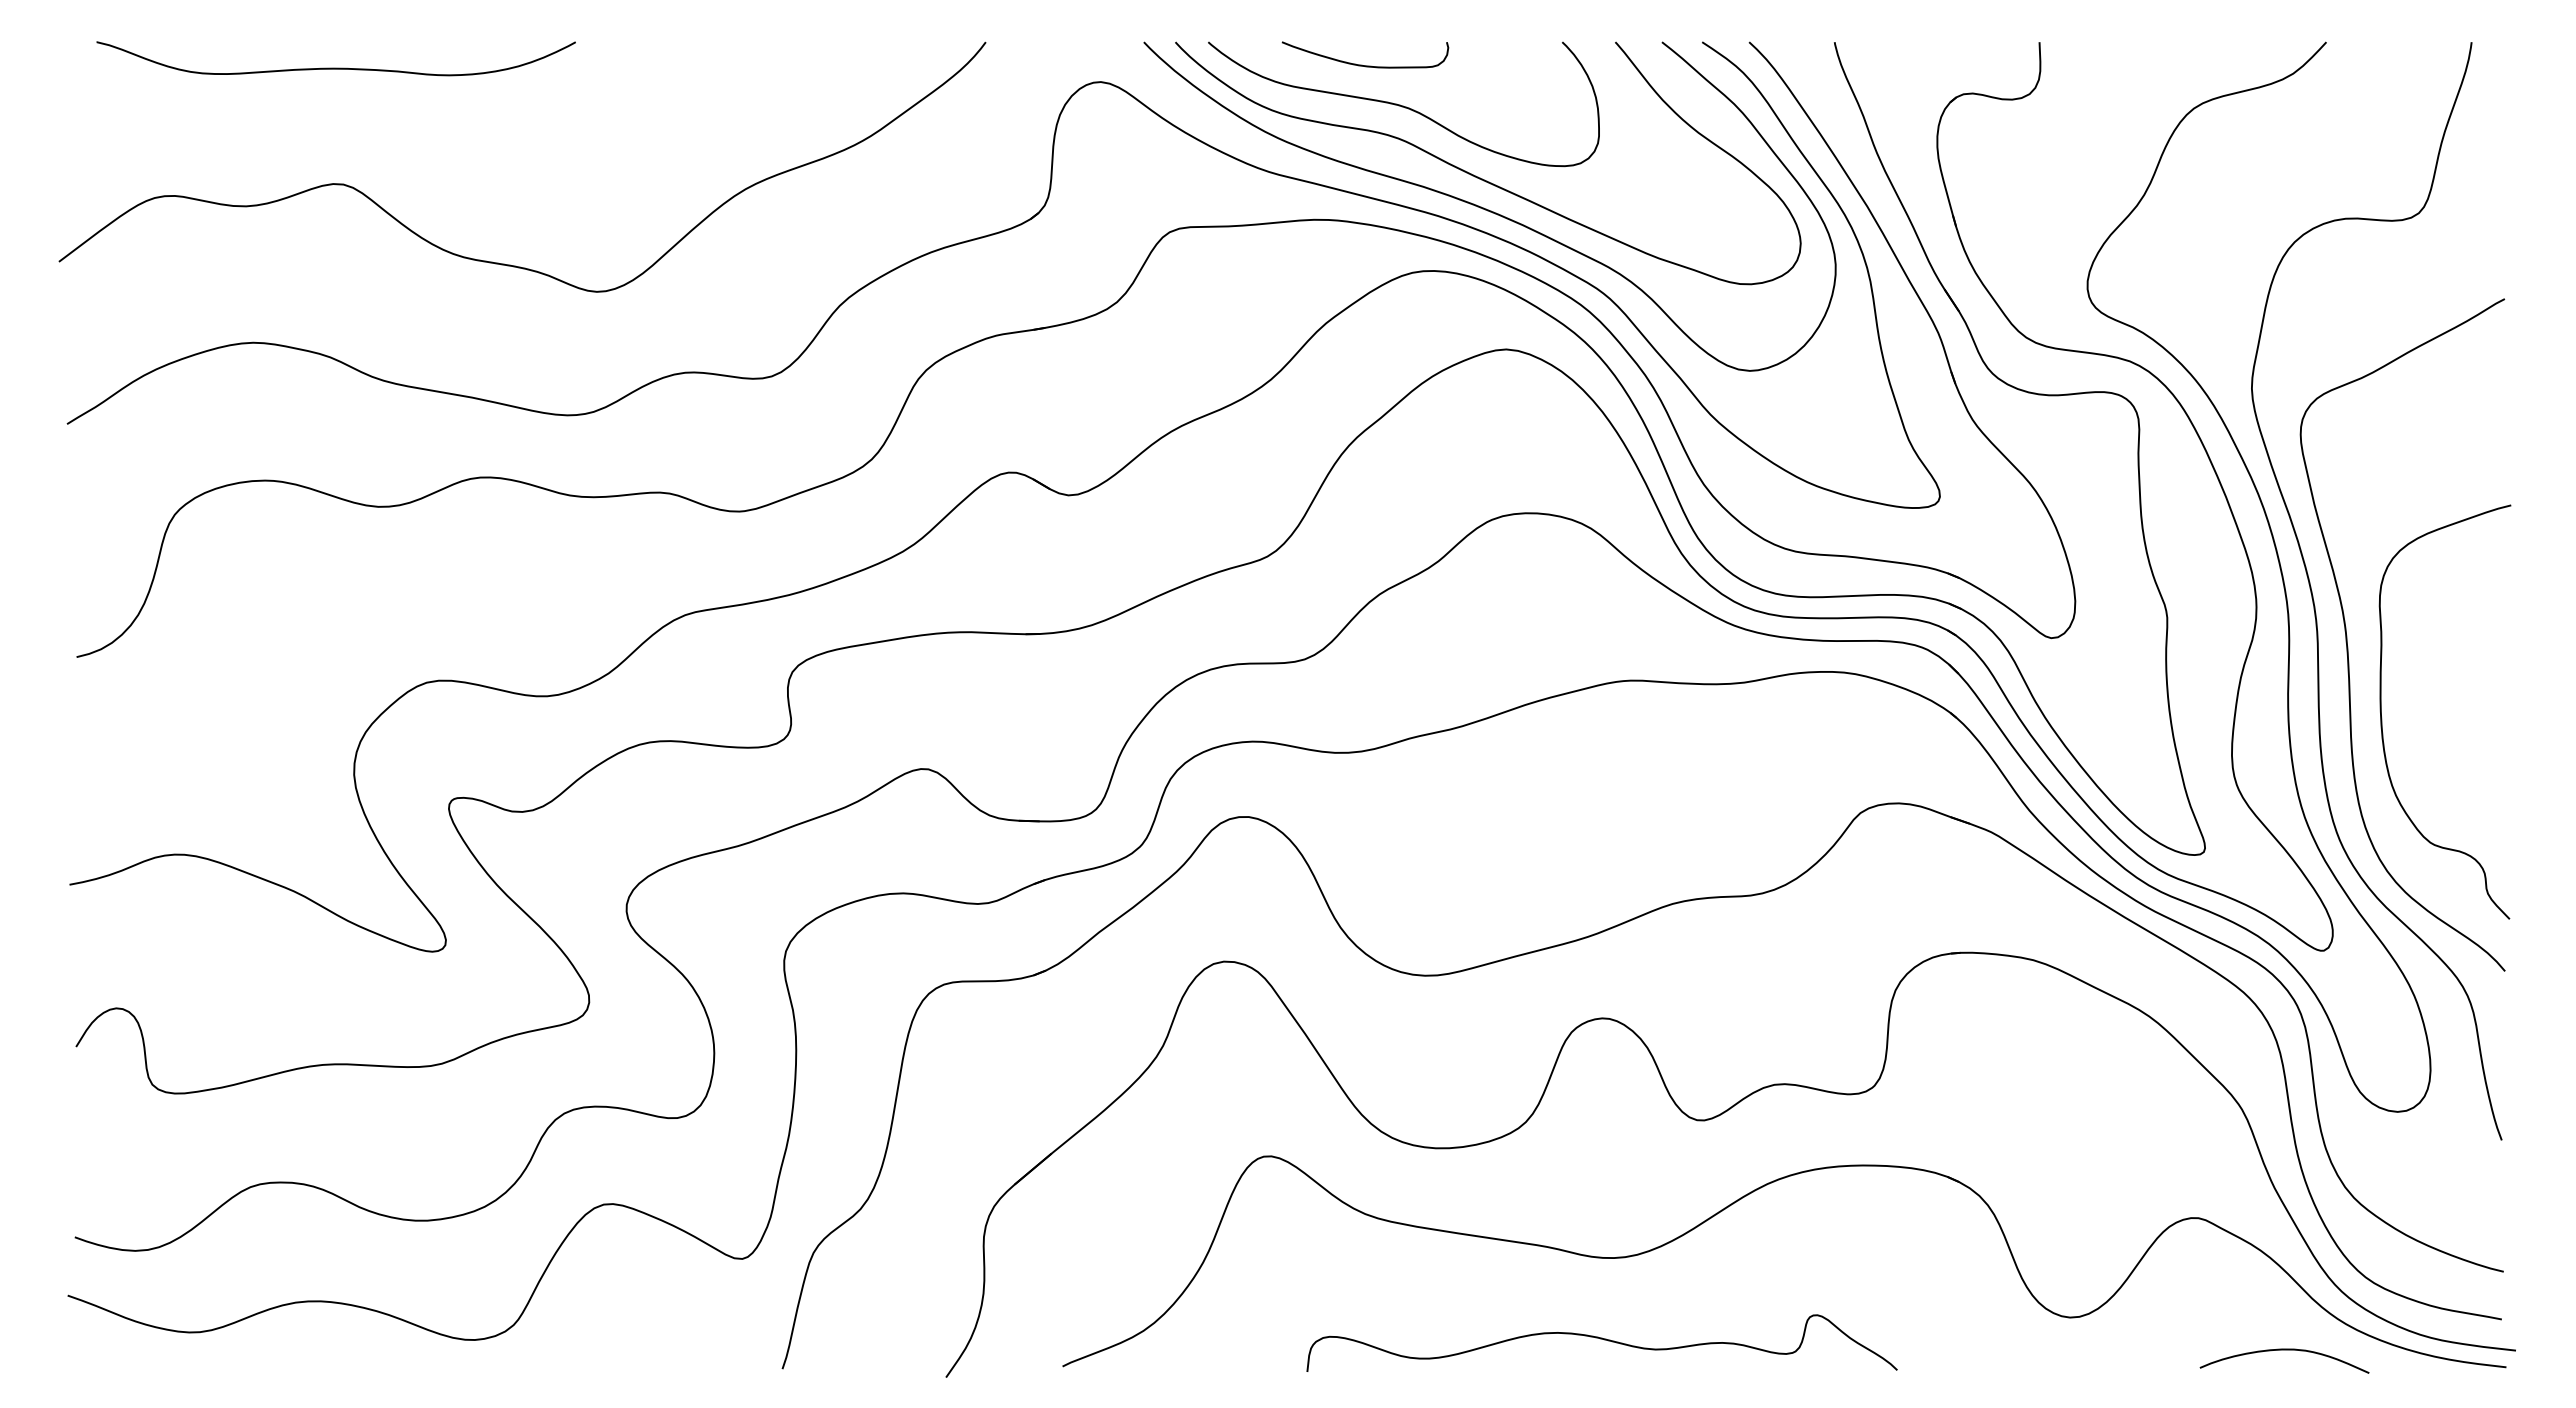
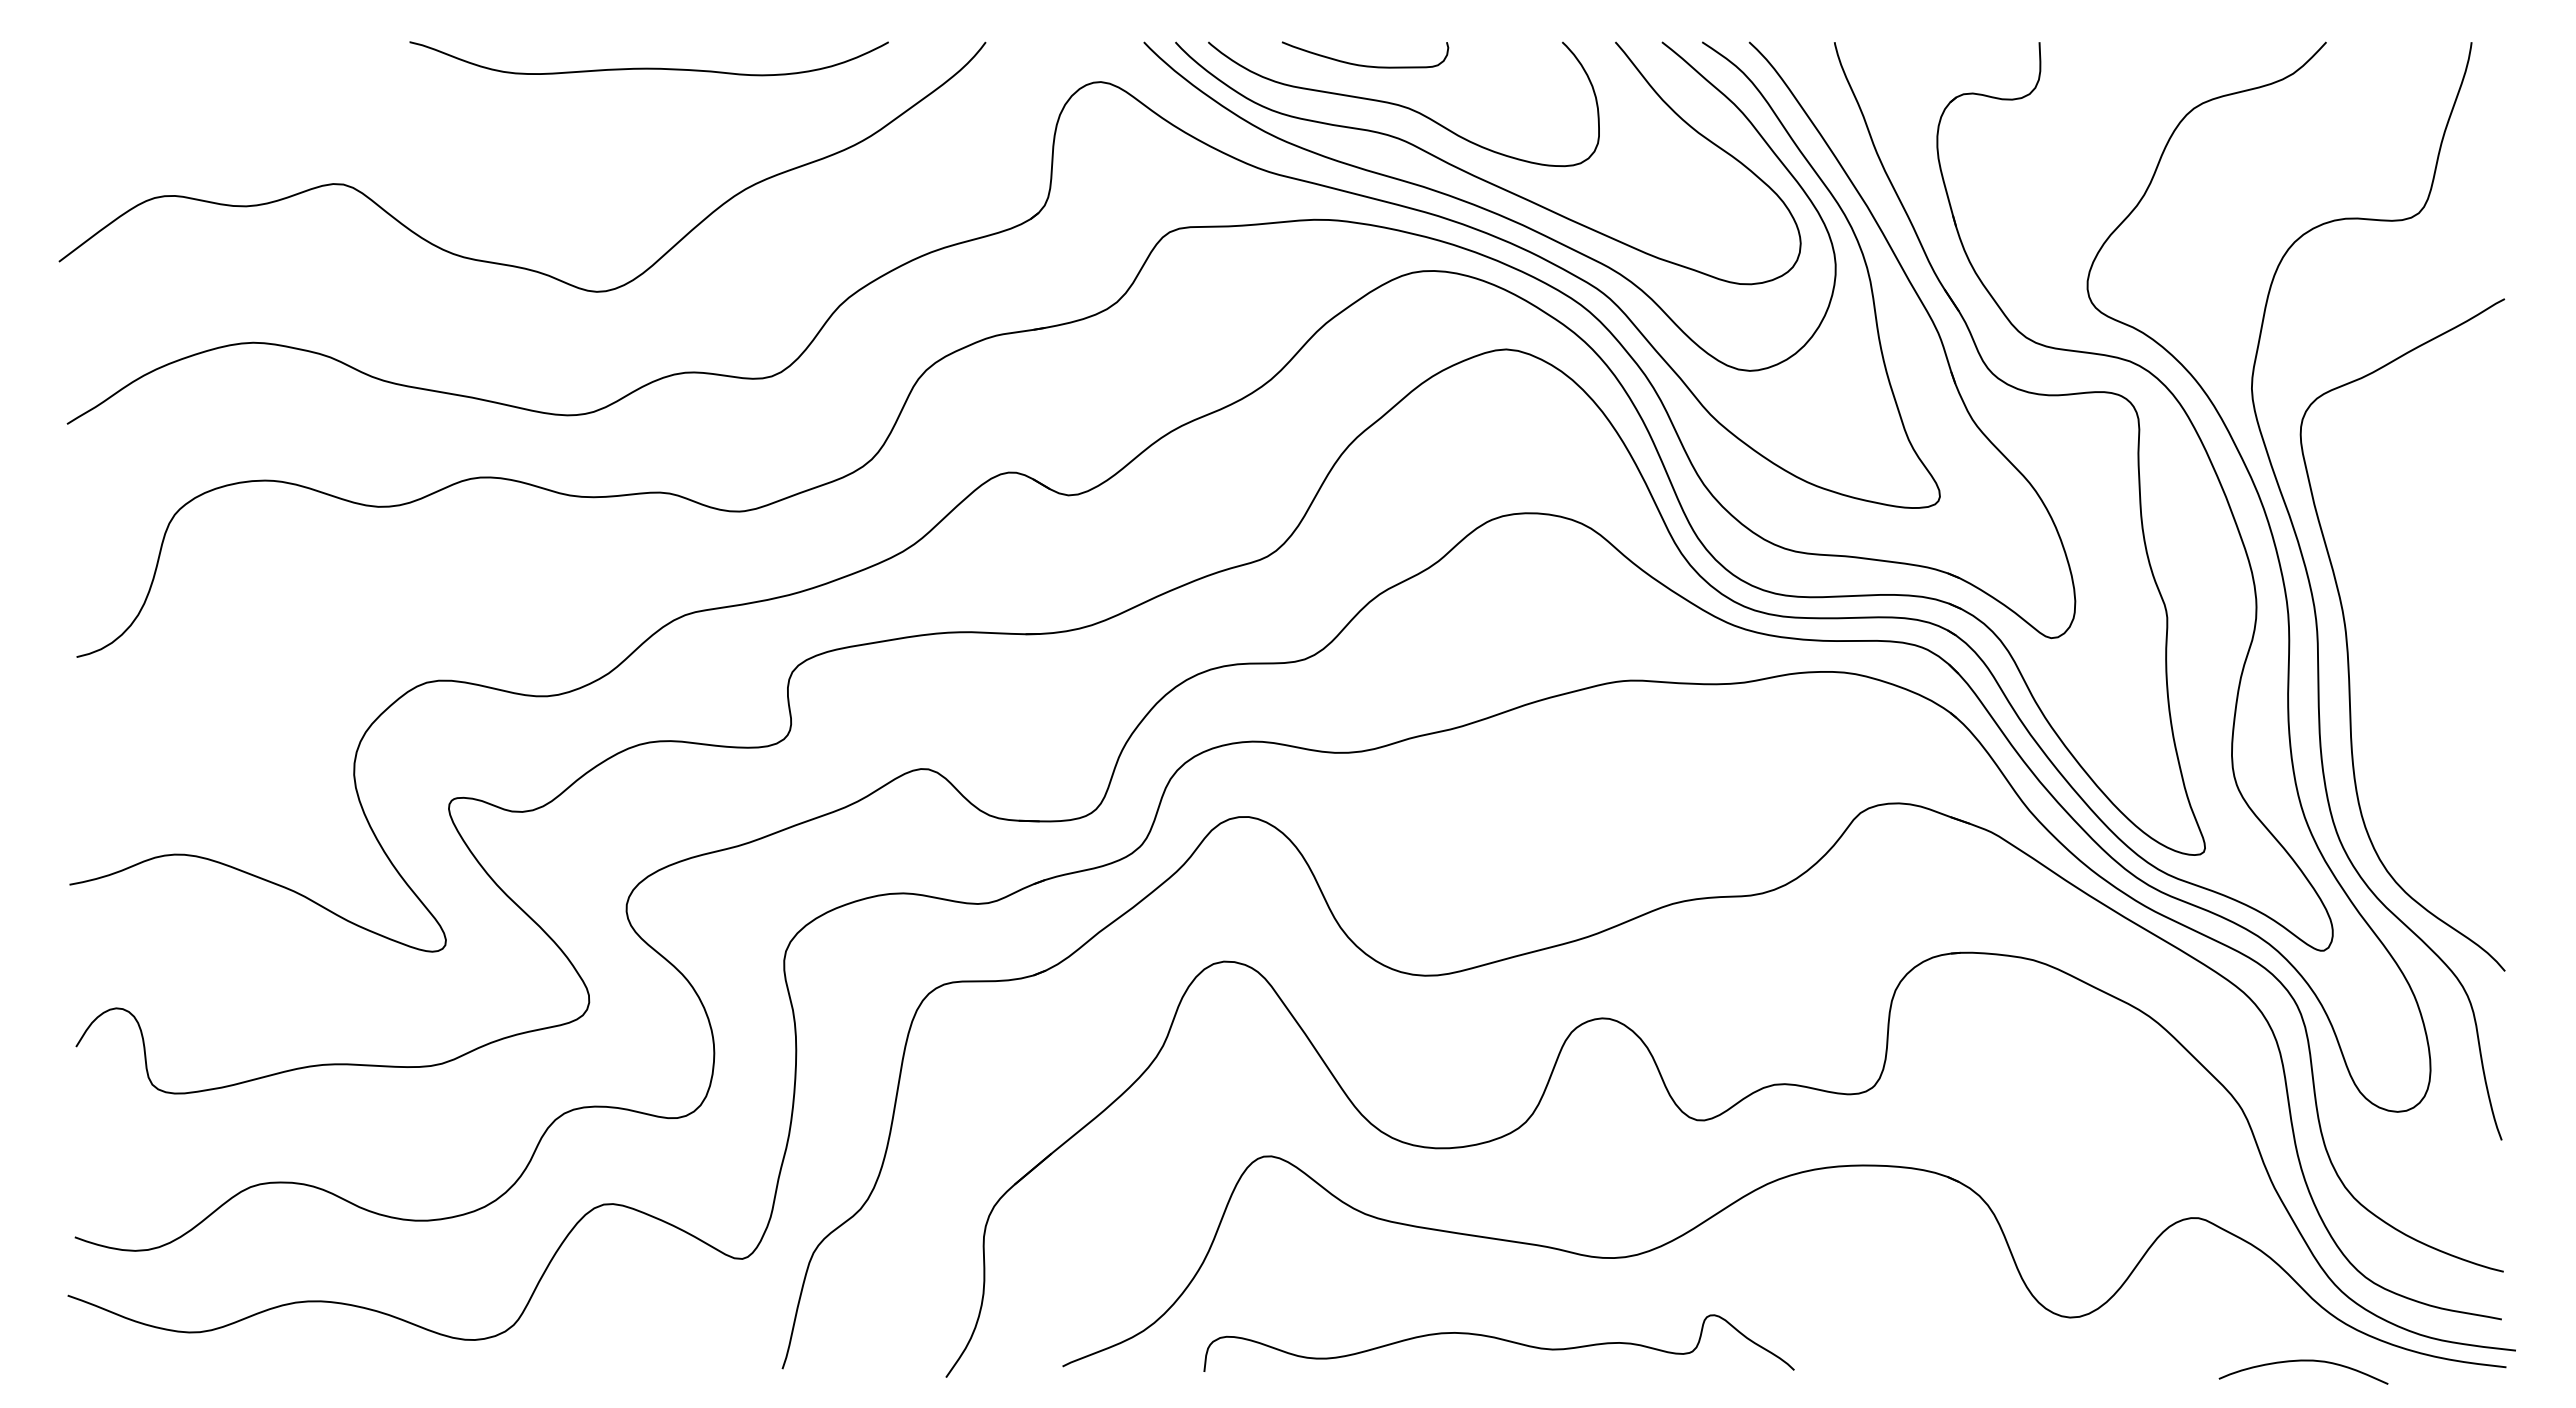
curve at (335, 67) position: (335, 67) -> (648, 67)
curve at (2382, 718): present -> none
curve at (1601, 1339) position: (1601, 1339) -> (1498, 1339)
curve at (2284, 1350) position: (2284, 1350) -> (2303, 1361)
